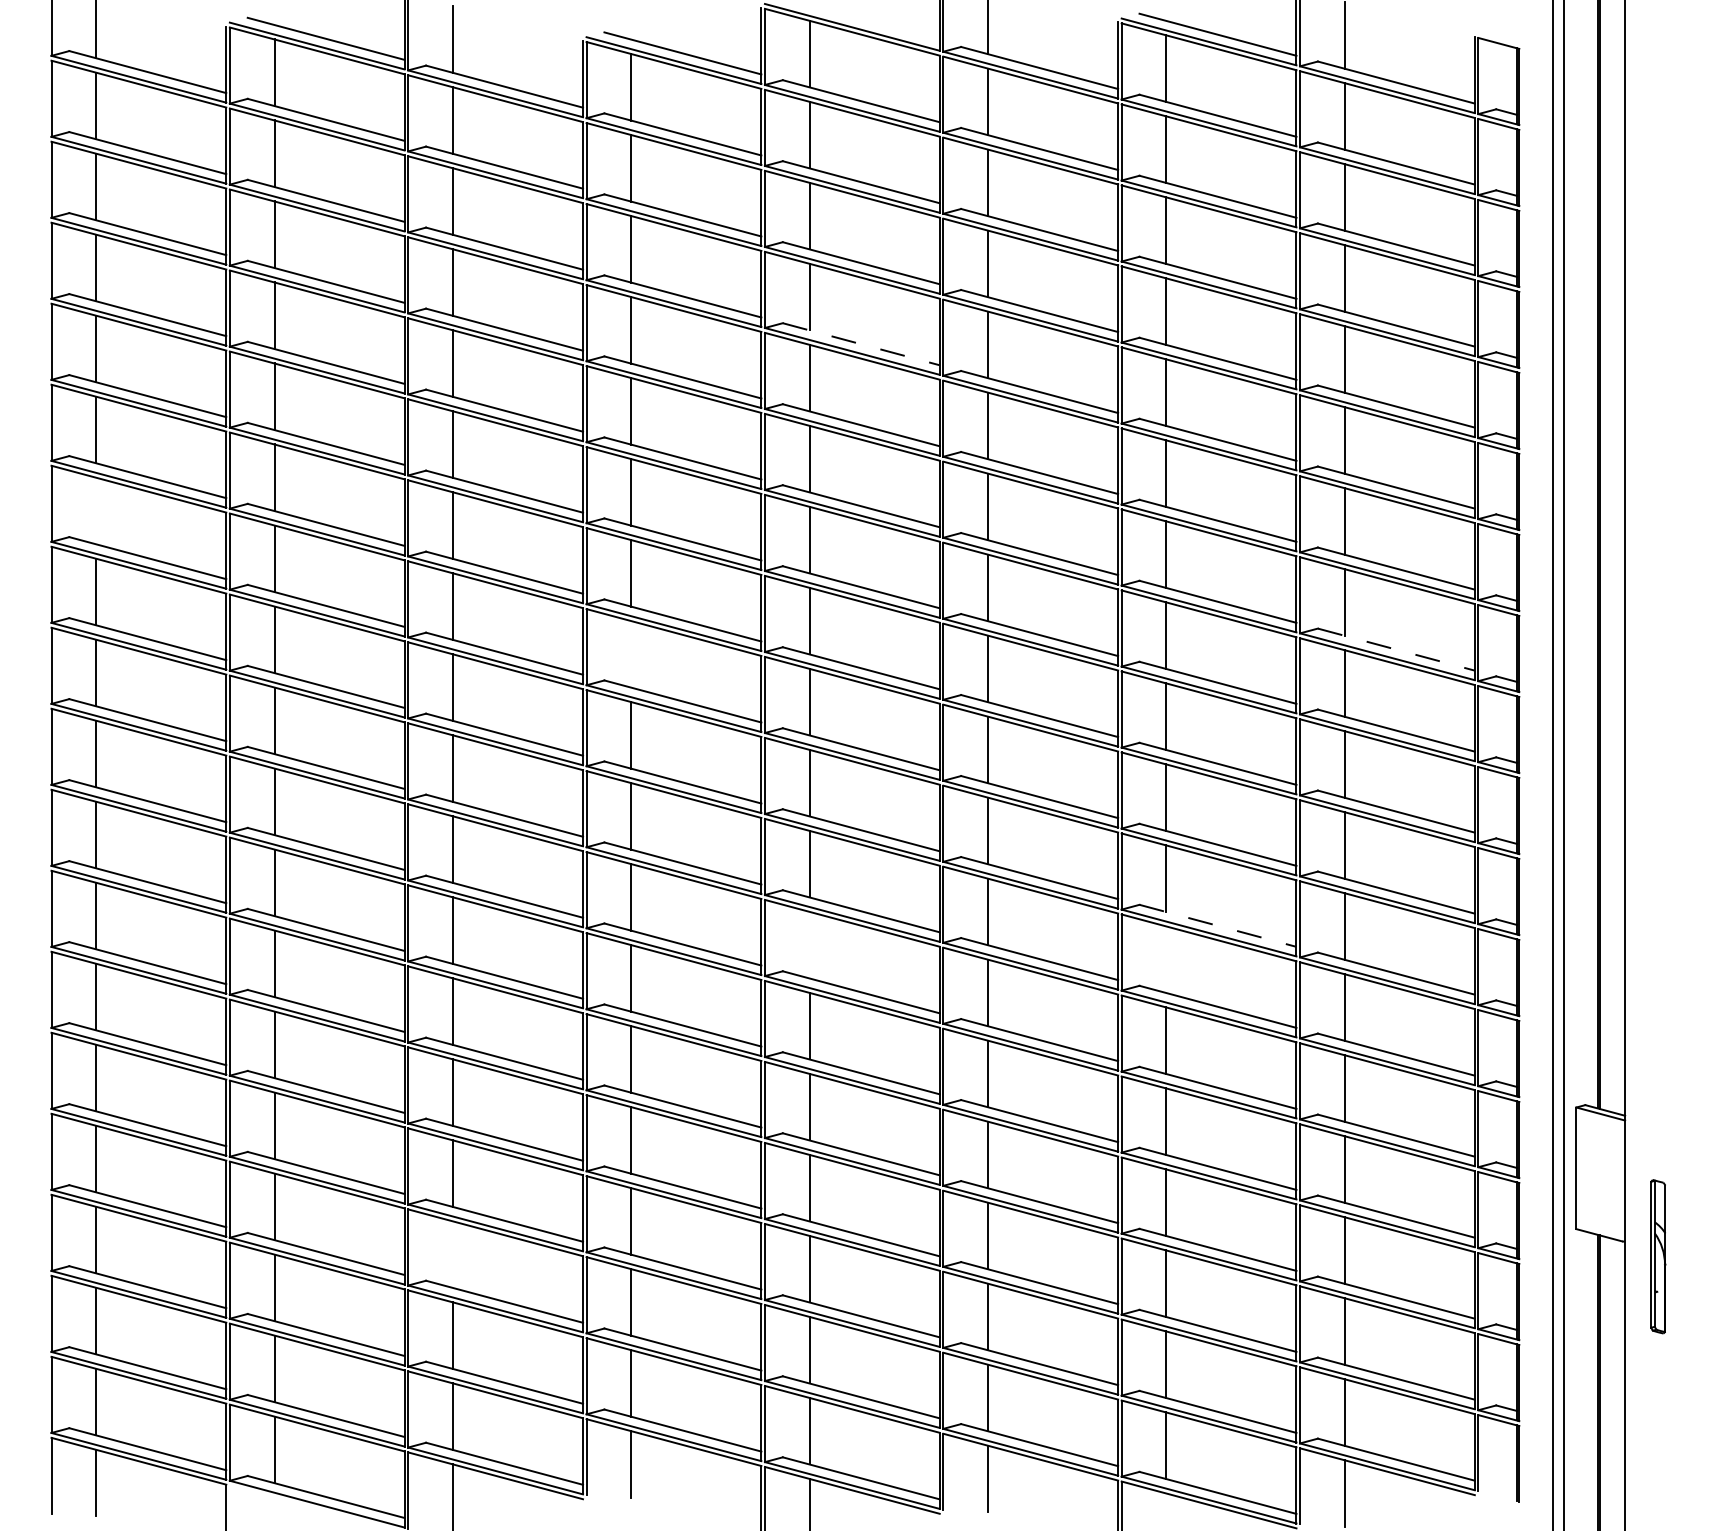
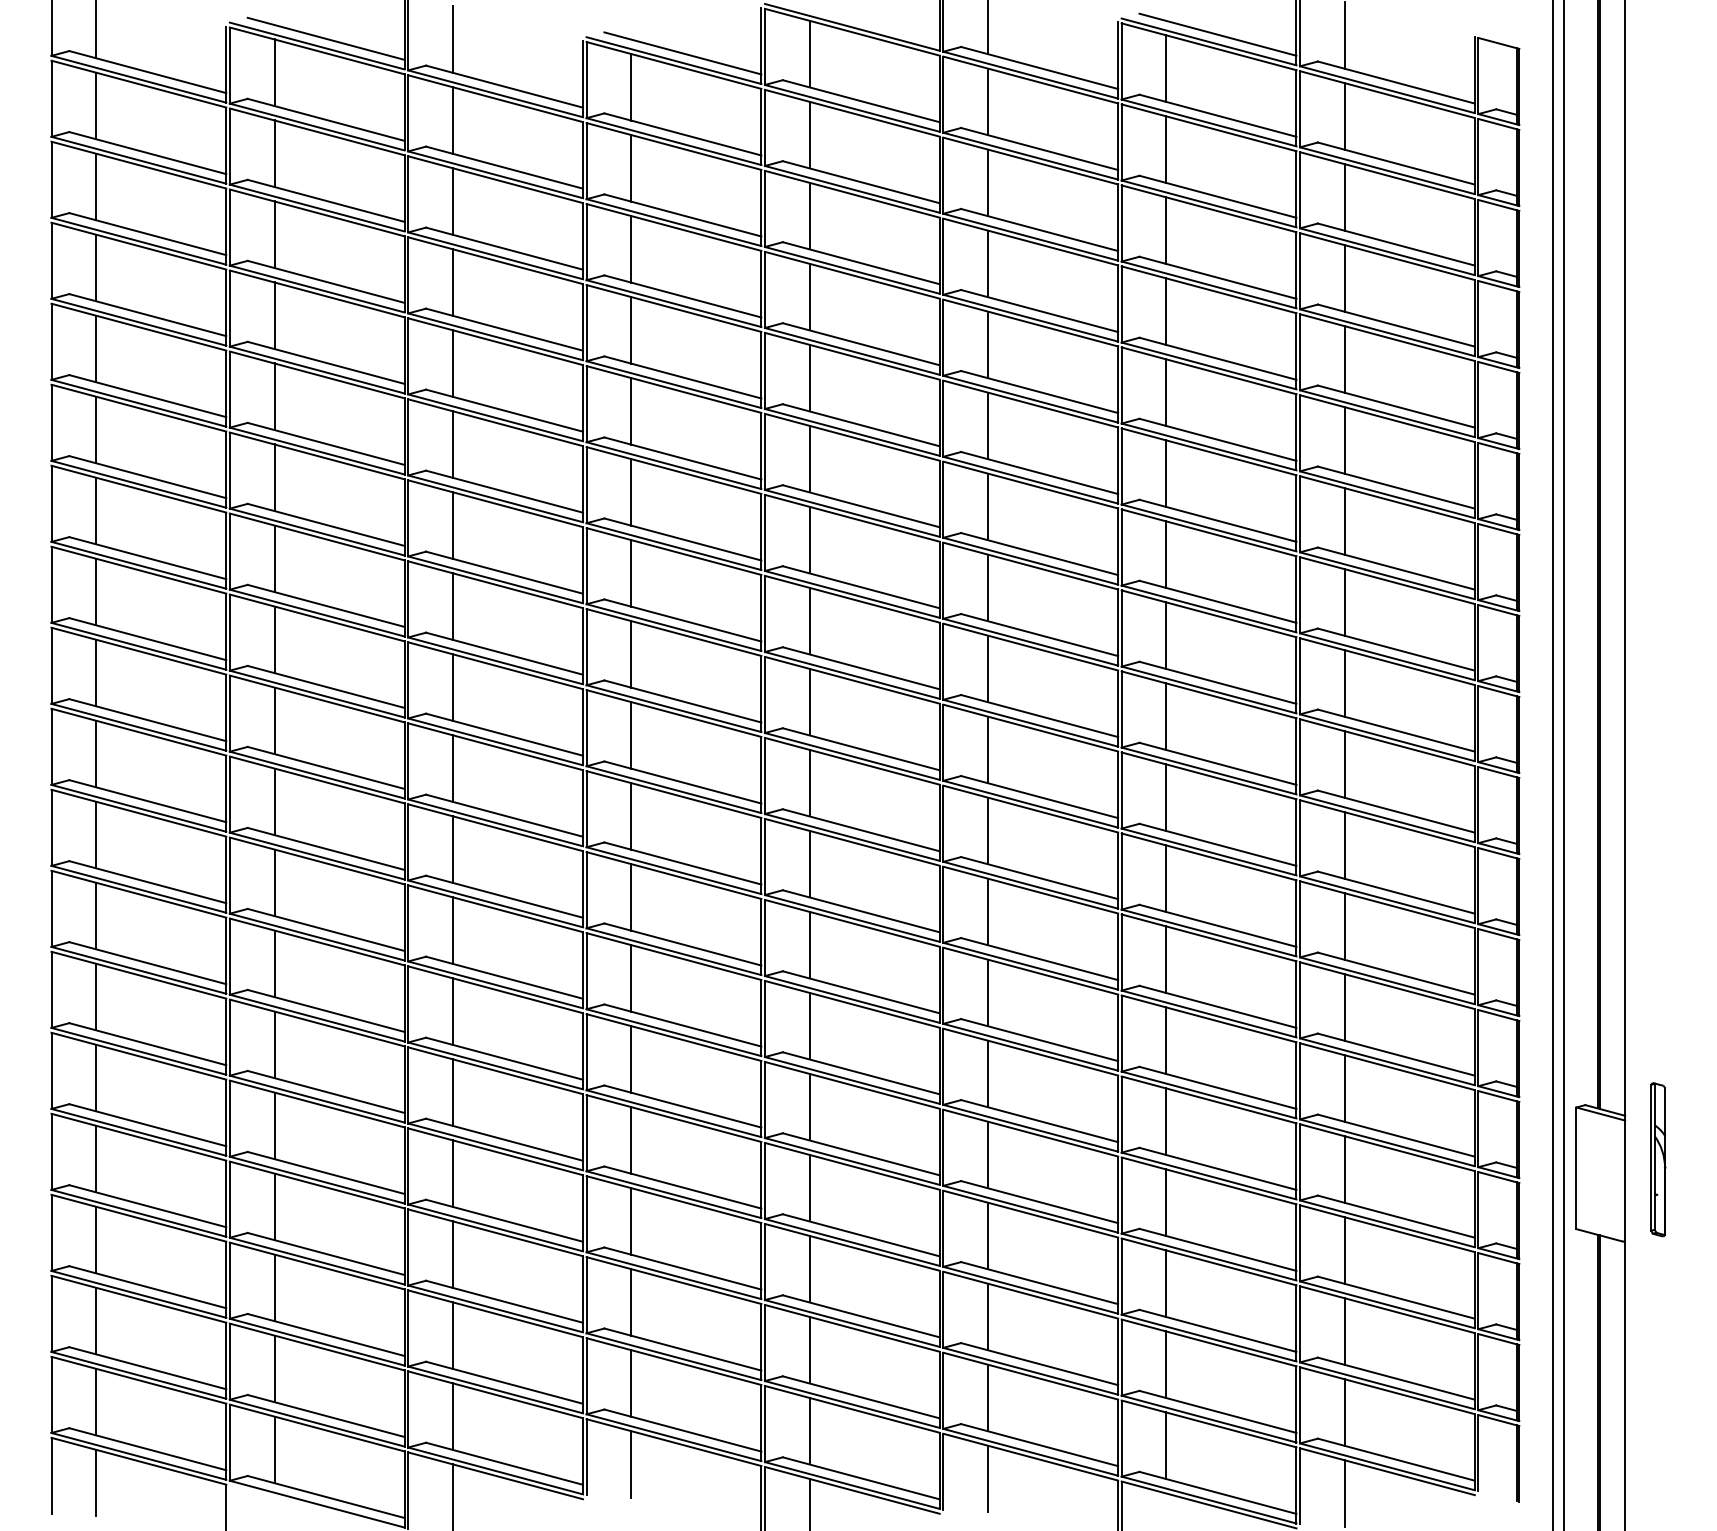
line at (861, 344): dashed -> solid
line at (96, 510): none -> present
line at (1396, 649): dashed -> solid
line at (631, 654): none -> present
line at (1218, 925): dashed -> solid
line at (809, 944): none -> present
line at (1166, 959): none -> present
line at (452, 1254): none -> present
part at (1658, 1256) position: (1658, 1256) -> (1658, 1159)
